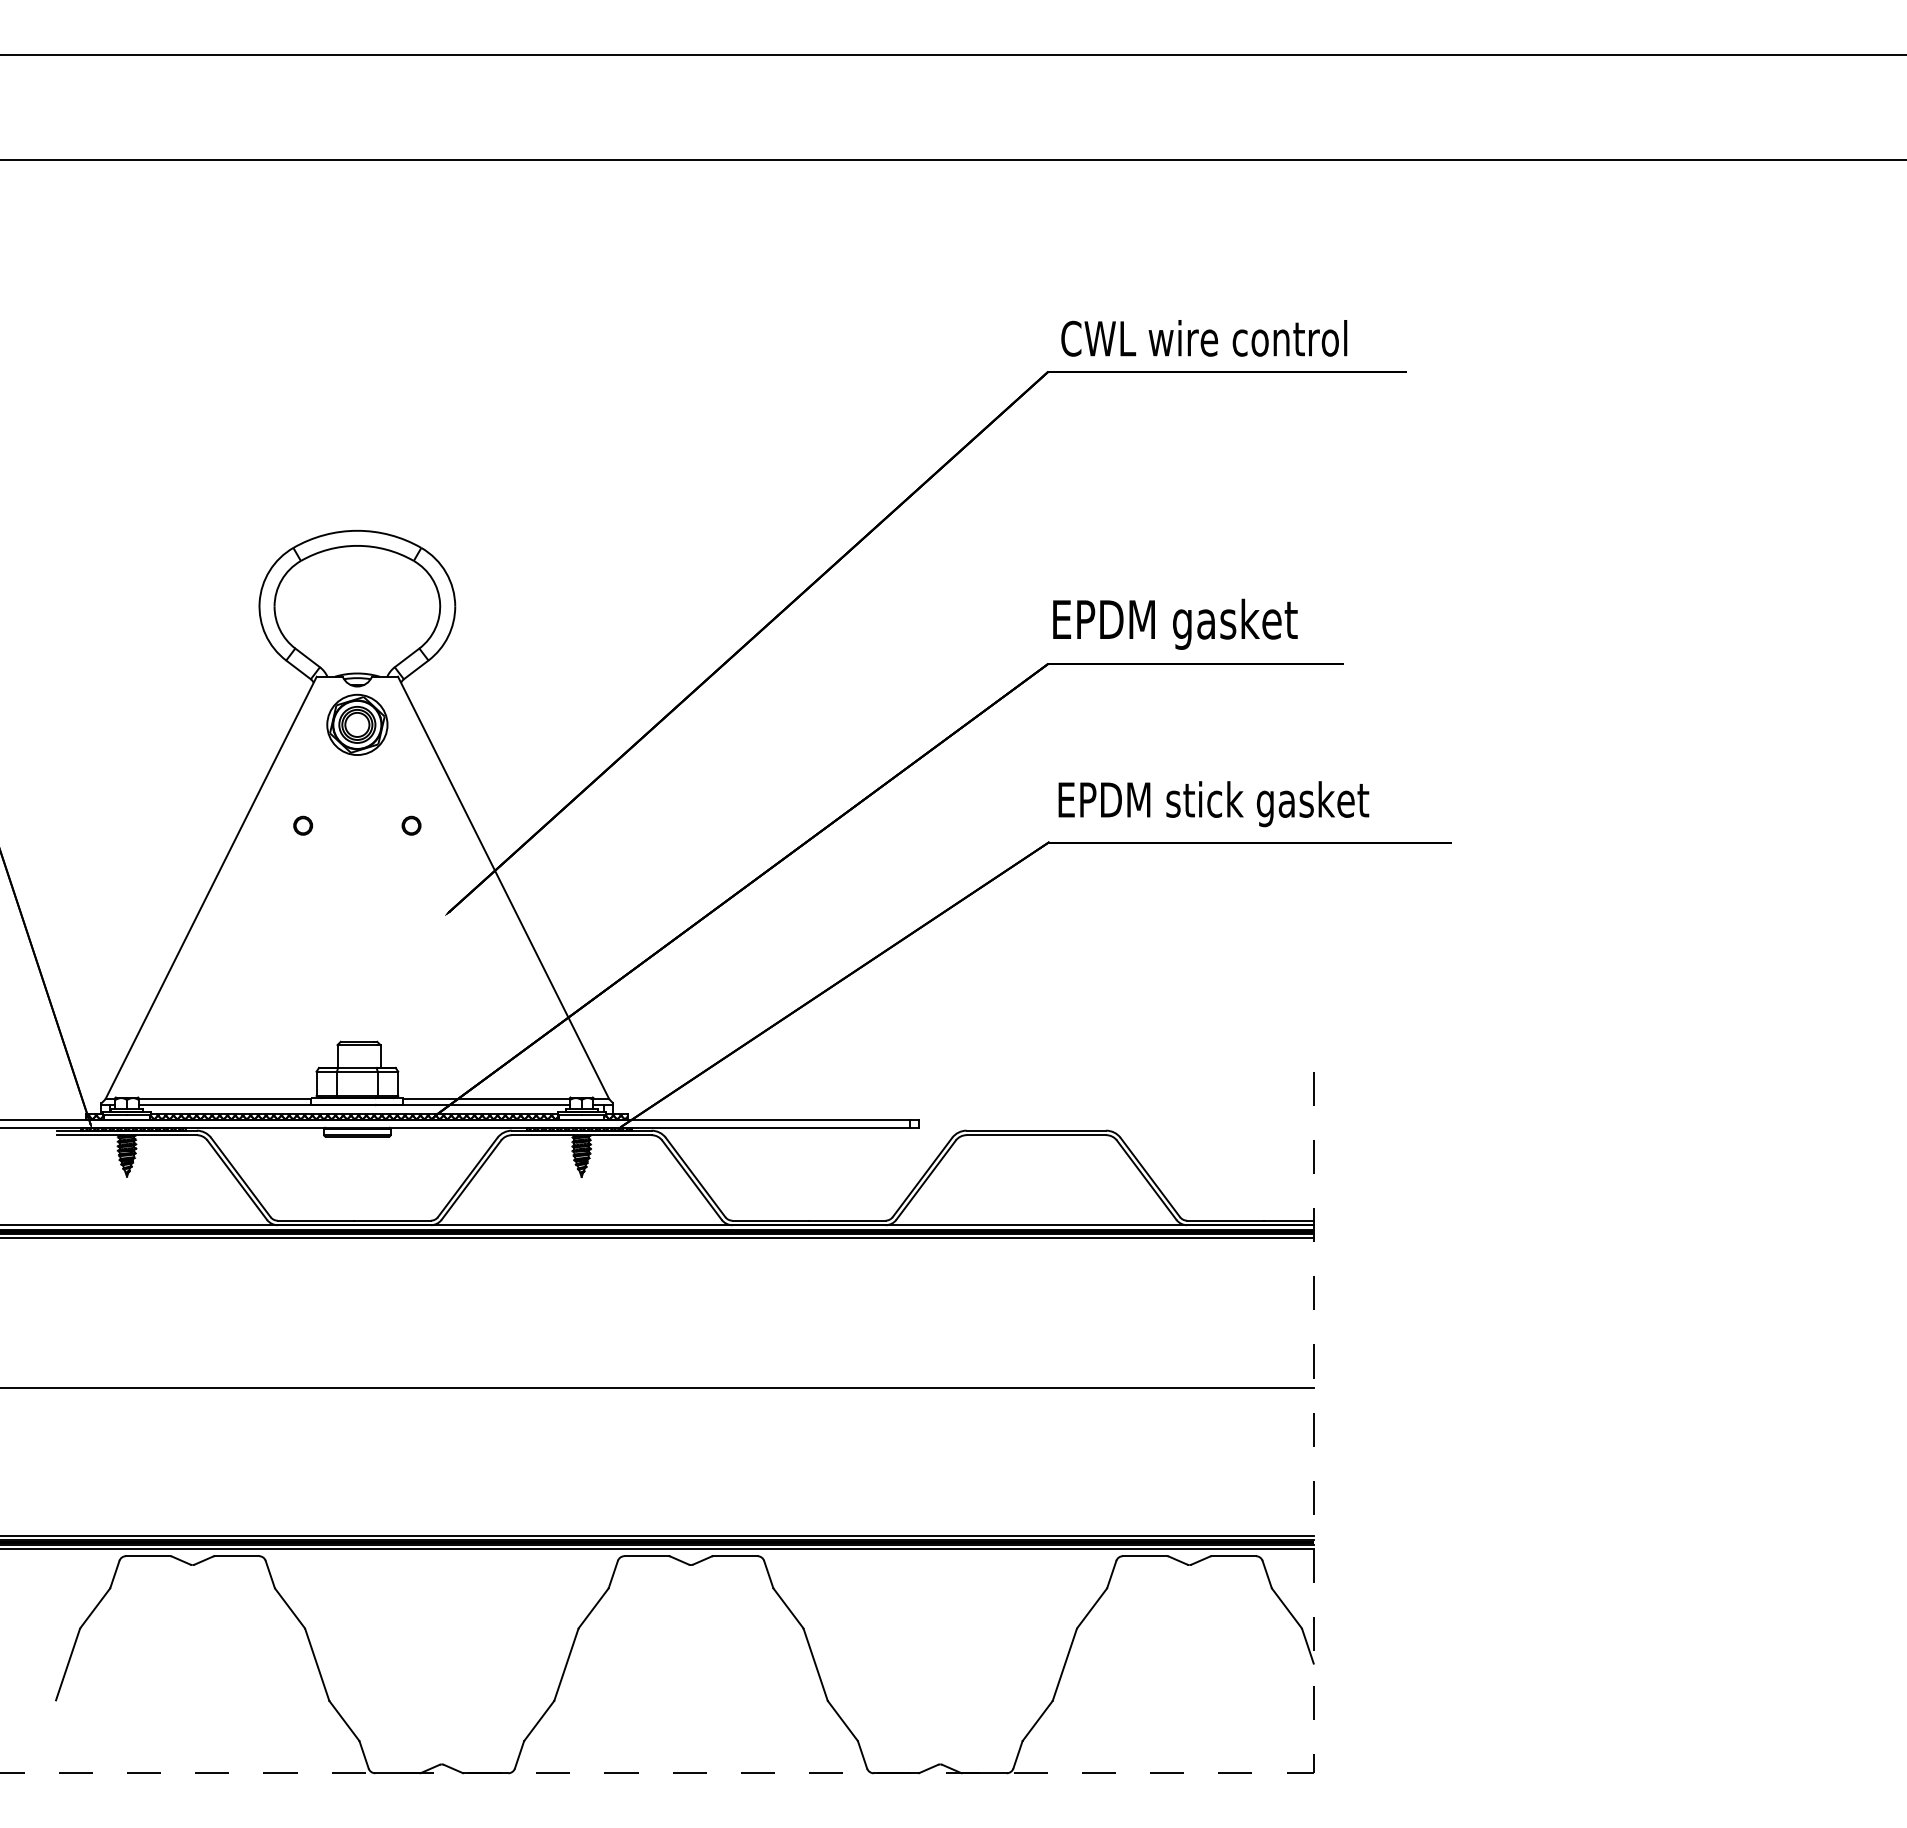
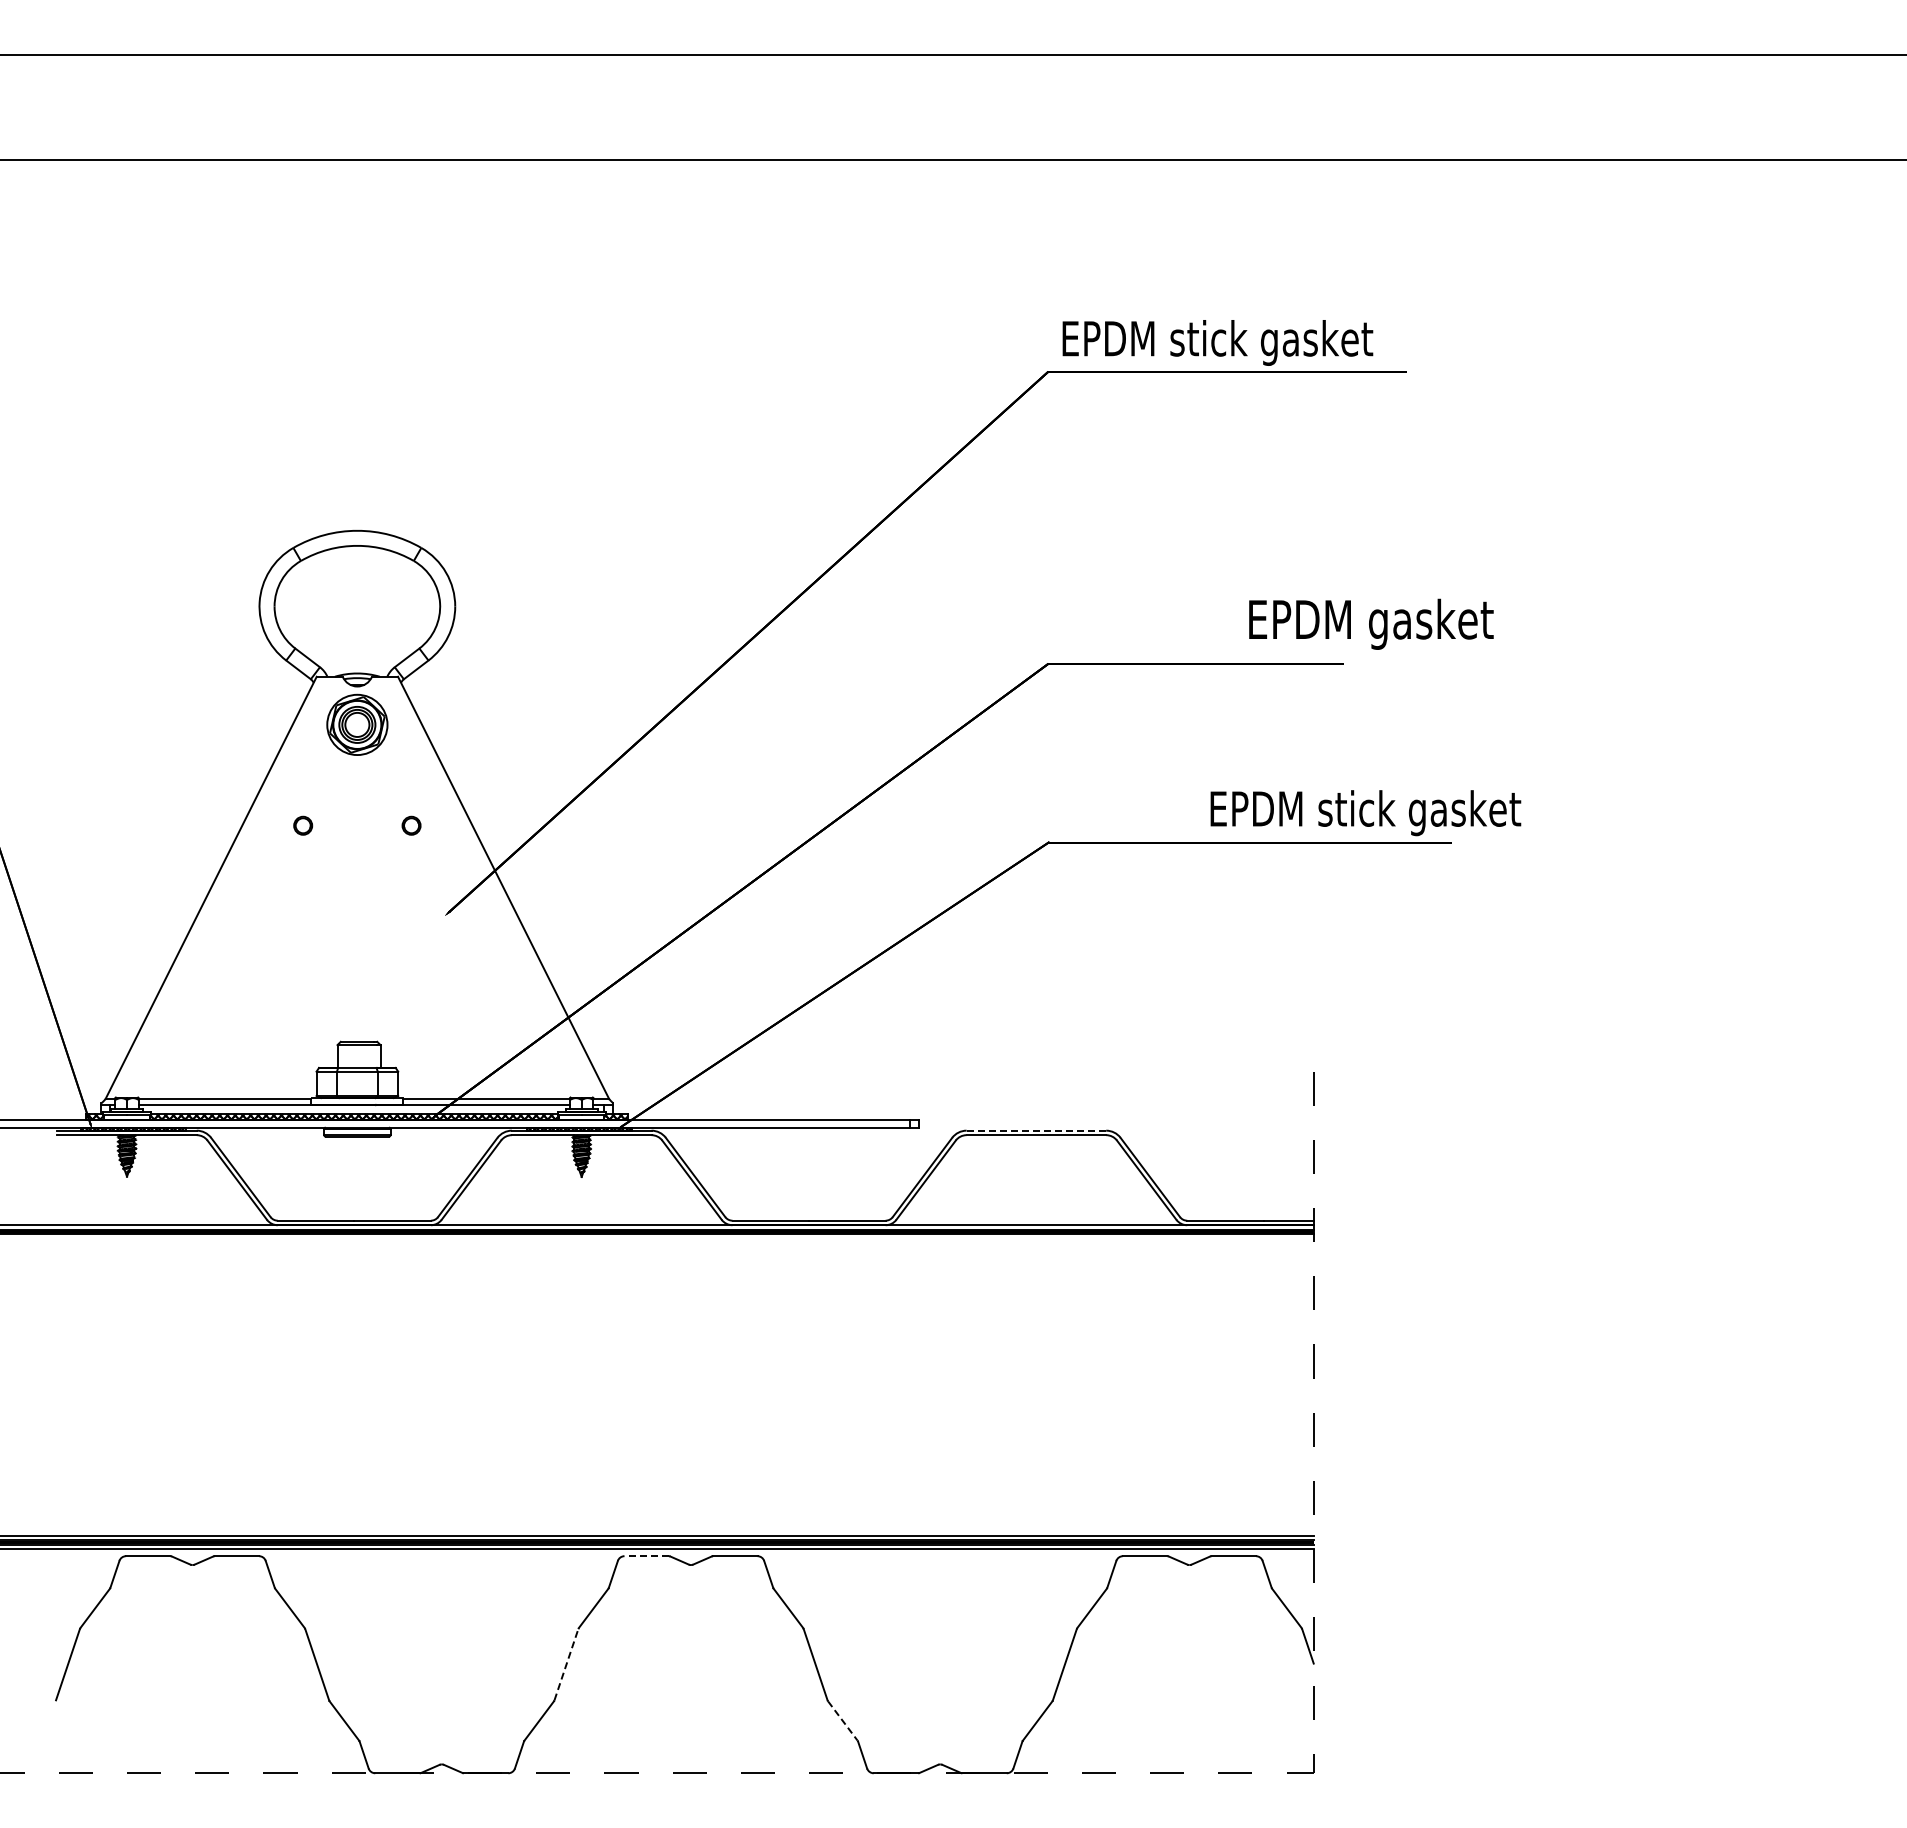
text at (1217, 342): CWL wire control -> EPDM stick gasket
text at (1175, 623) position: (1175, 623) -> (1371, 623)
text at (1213, 804) position: (1213, 804) -> (1365, 813)
line at (1036, 1130): solid -> dashed
line at (658, 1238): present -> none
line at (657, 1387): present -> none
line at (646, 1556): solid -> dashed
line at (566, 1664): solid -> dashed
line at (842, 1721): solid -> dashed
